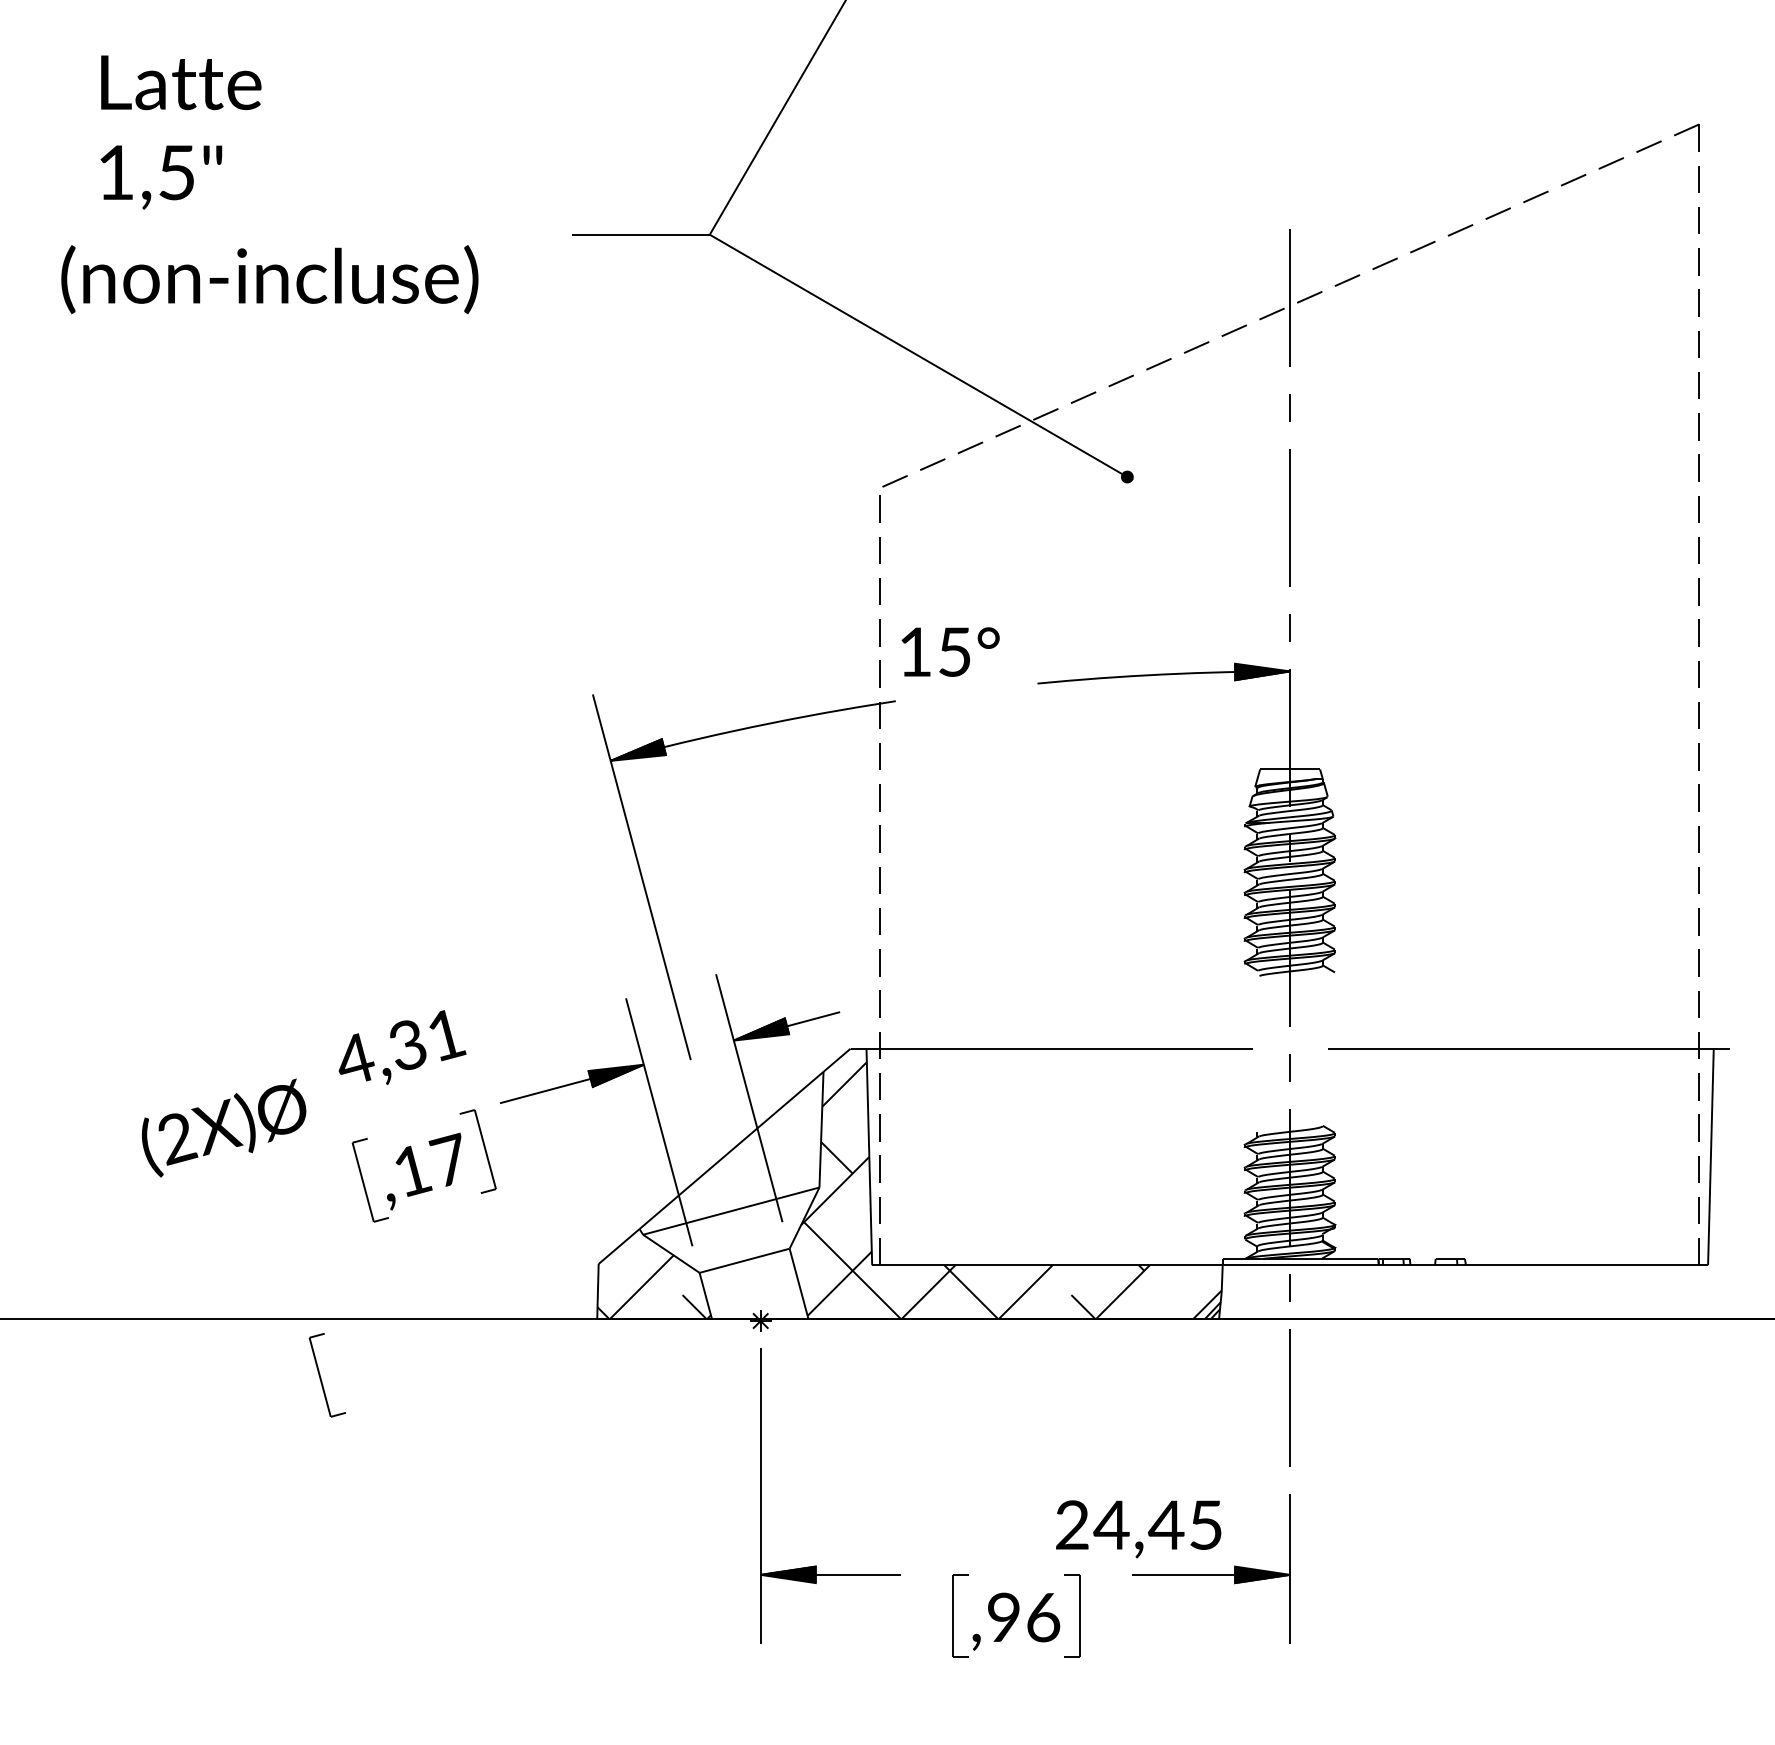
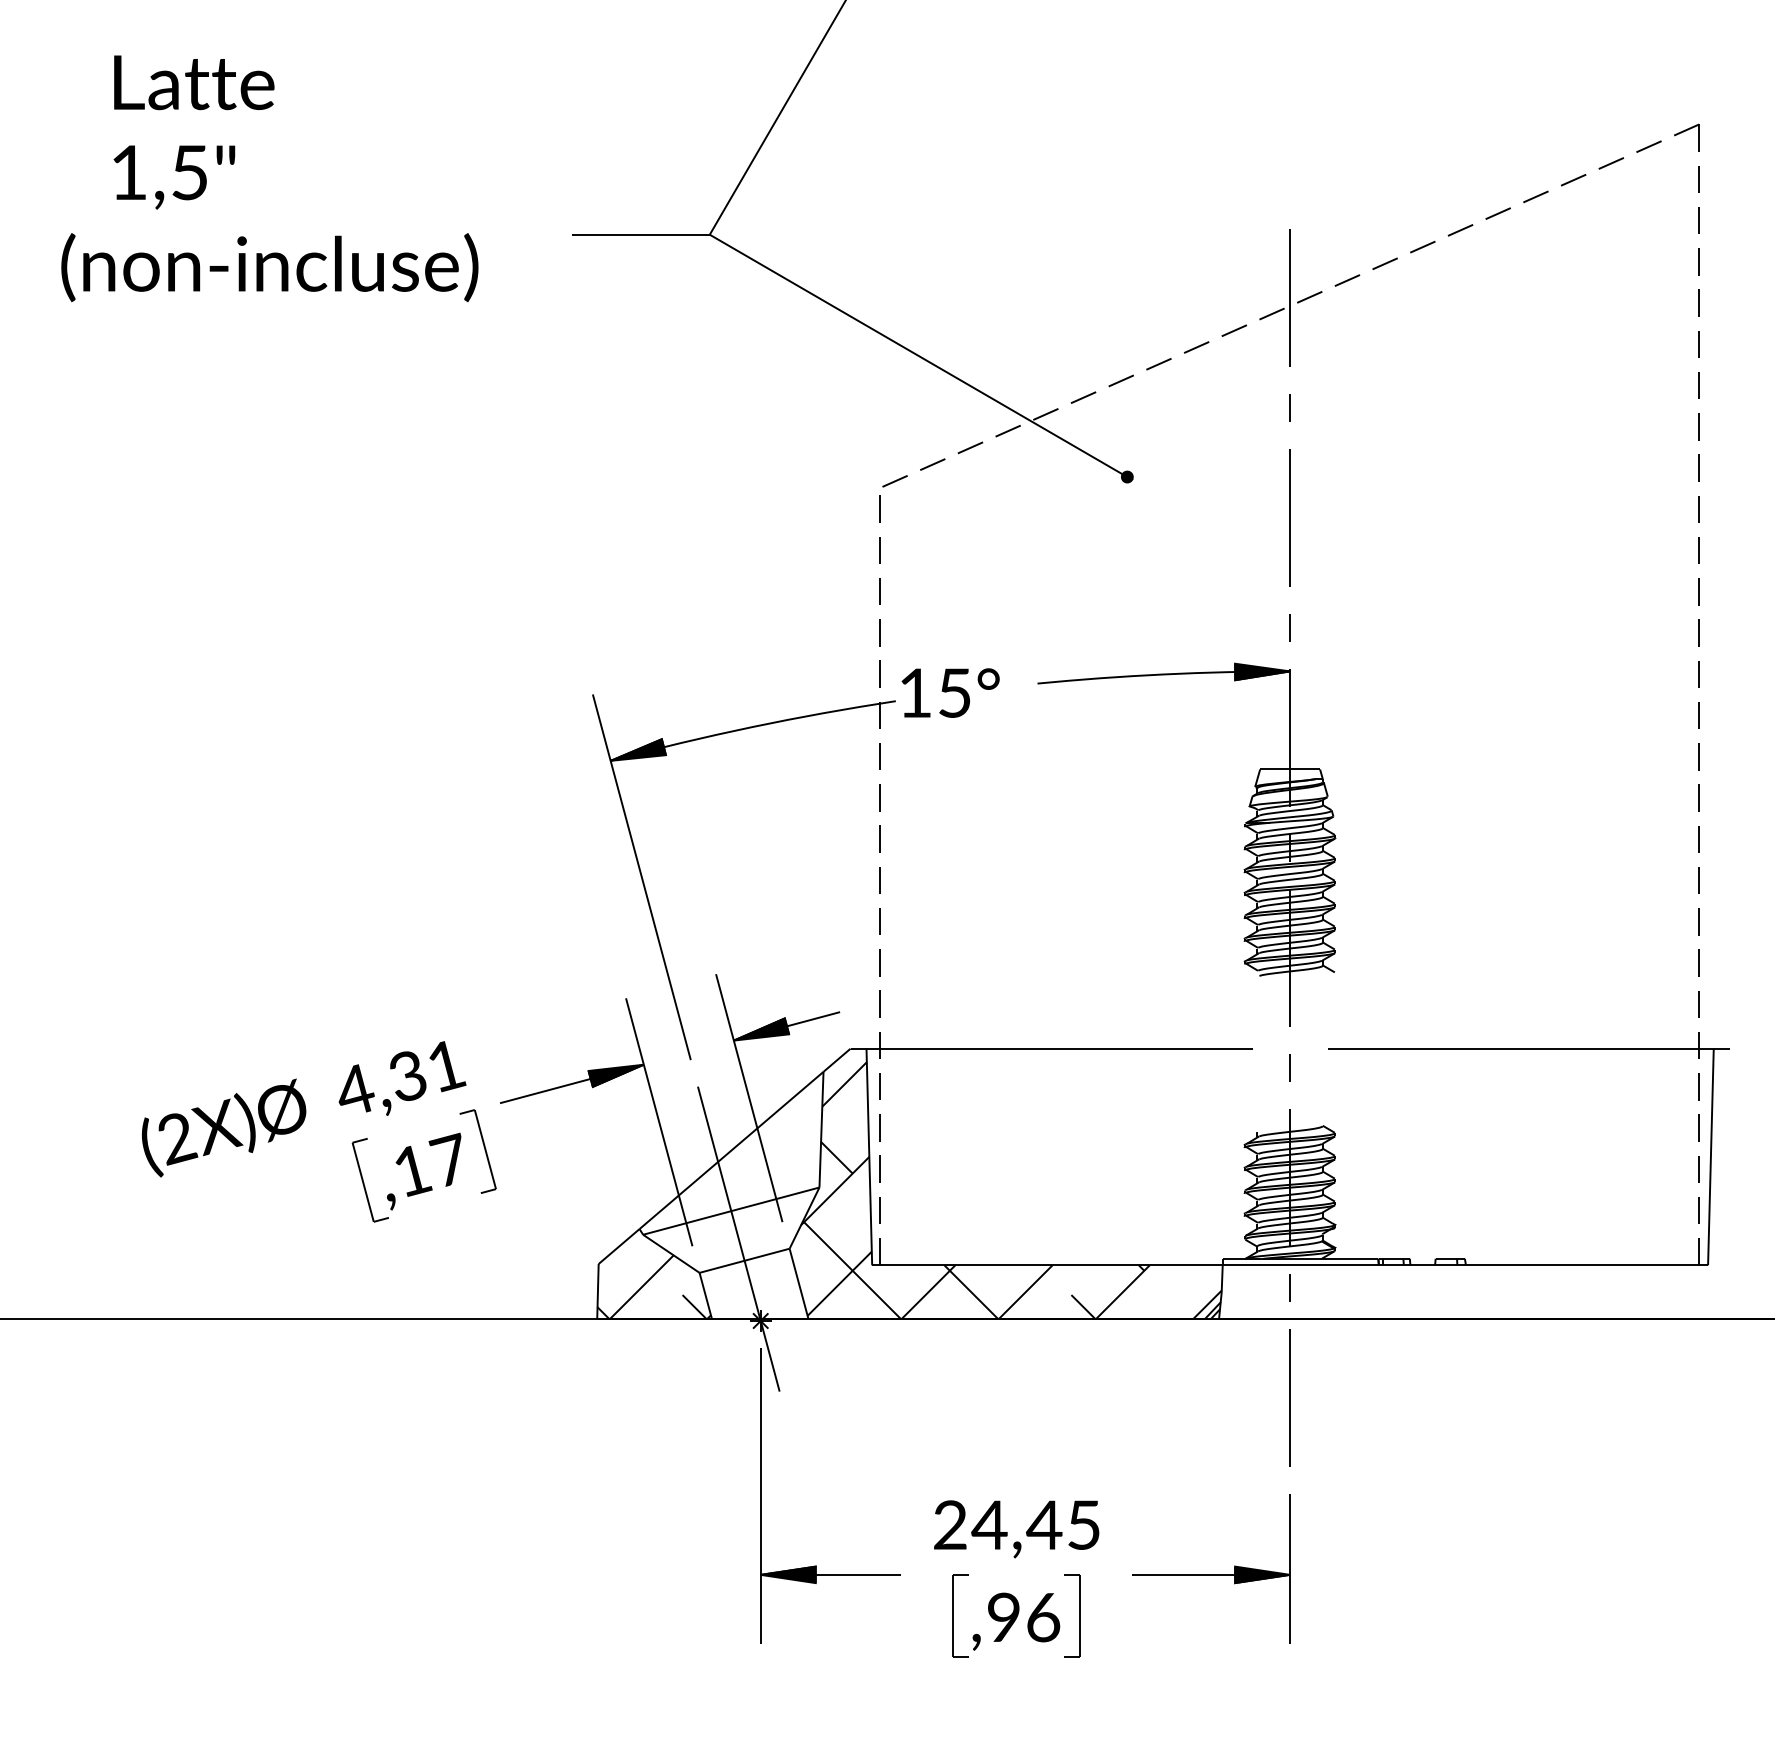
text at (180, 132) position: (180, 132) -> (193, 132)
text at (269, 279) position: (269, 279) -> (269, 267)
text at (950, 651) position: (950, 651) -> (950, 692)
text at (402, 1047) position: (402, 1047) -> (402, 1078)
line at (738, 1238): none -> present
part at (326, 1375): present -> none
text at (1138, 1529) position: (1138, 1529) -> (1016, 1529)
